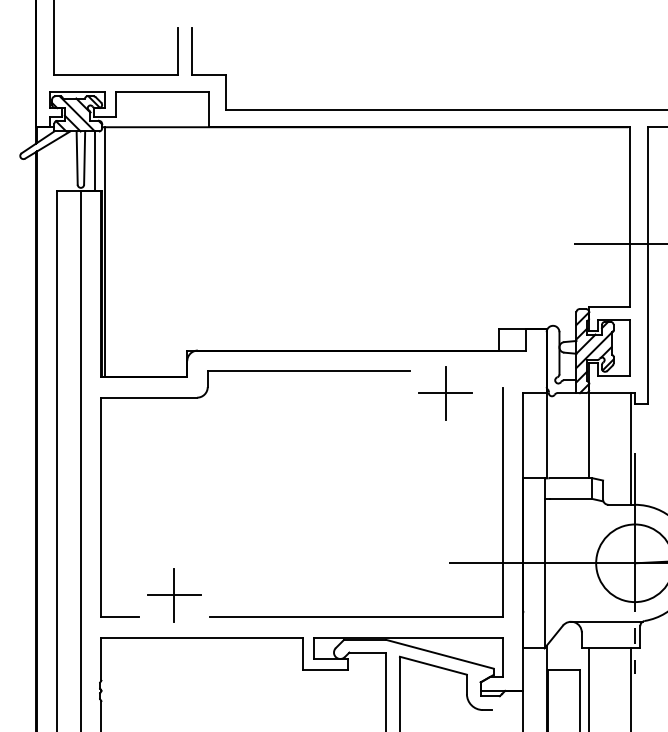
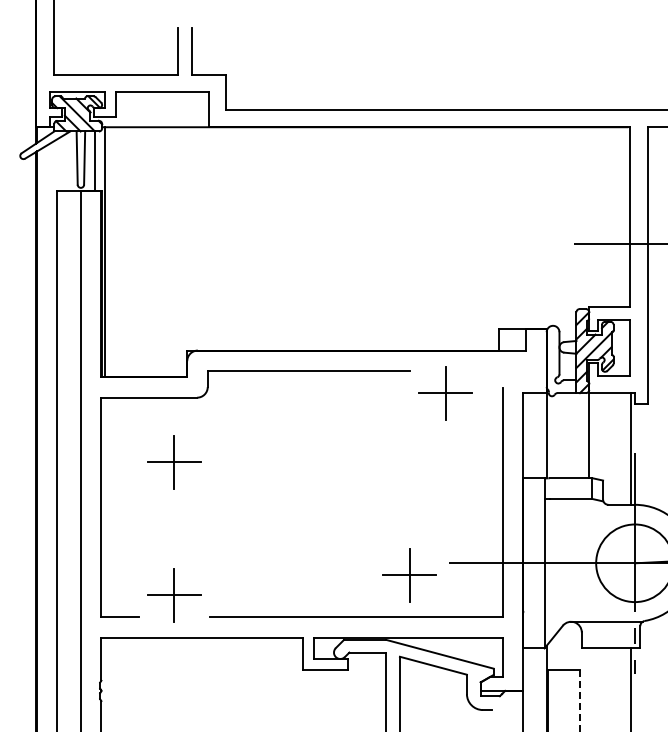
part at (174, 462): none -> present
part at (409, 575): none -> present
line at (589, 688): present -> none
line at (579, 700): solid -> dashed
